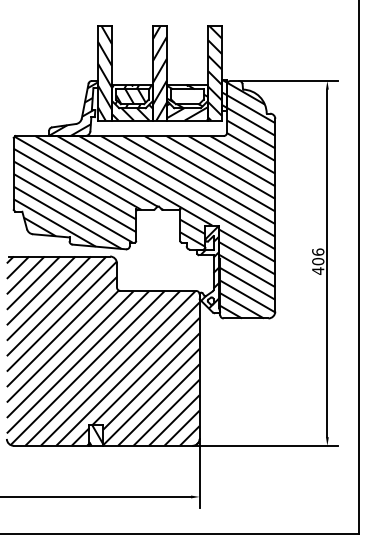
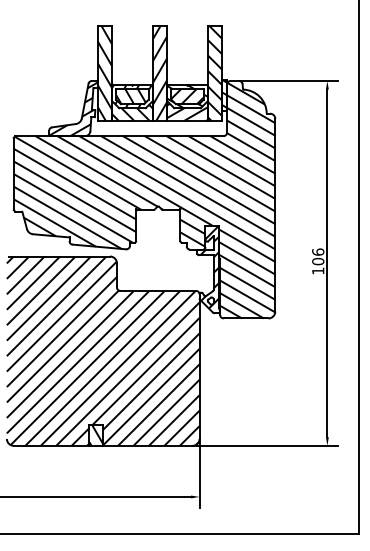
hatch at (187, 96): none -> present
text at (318, 270): 406 -> 106
